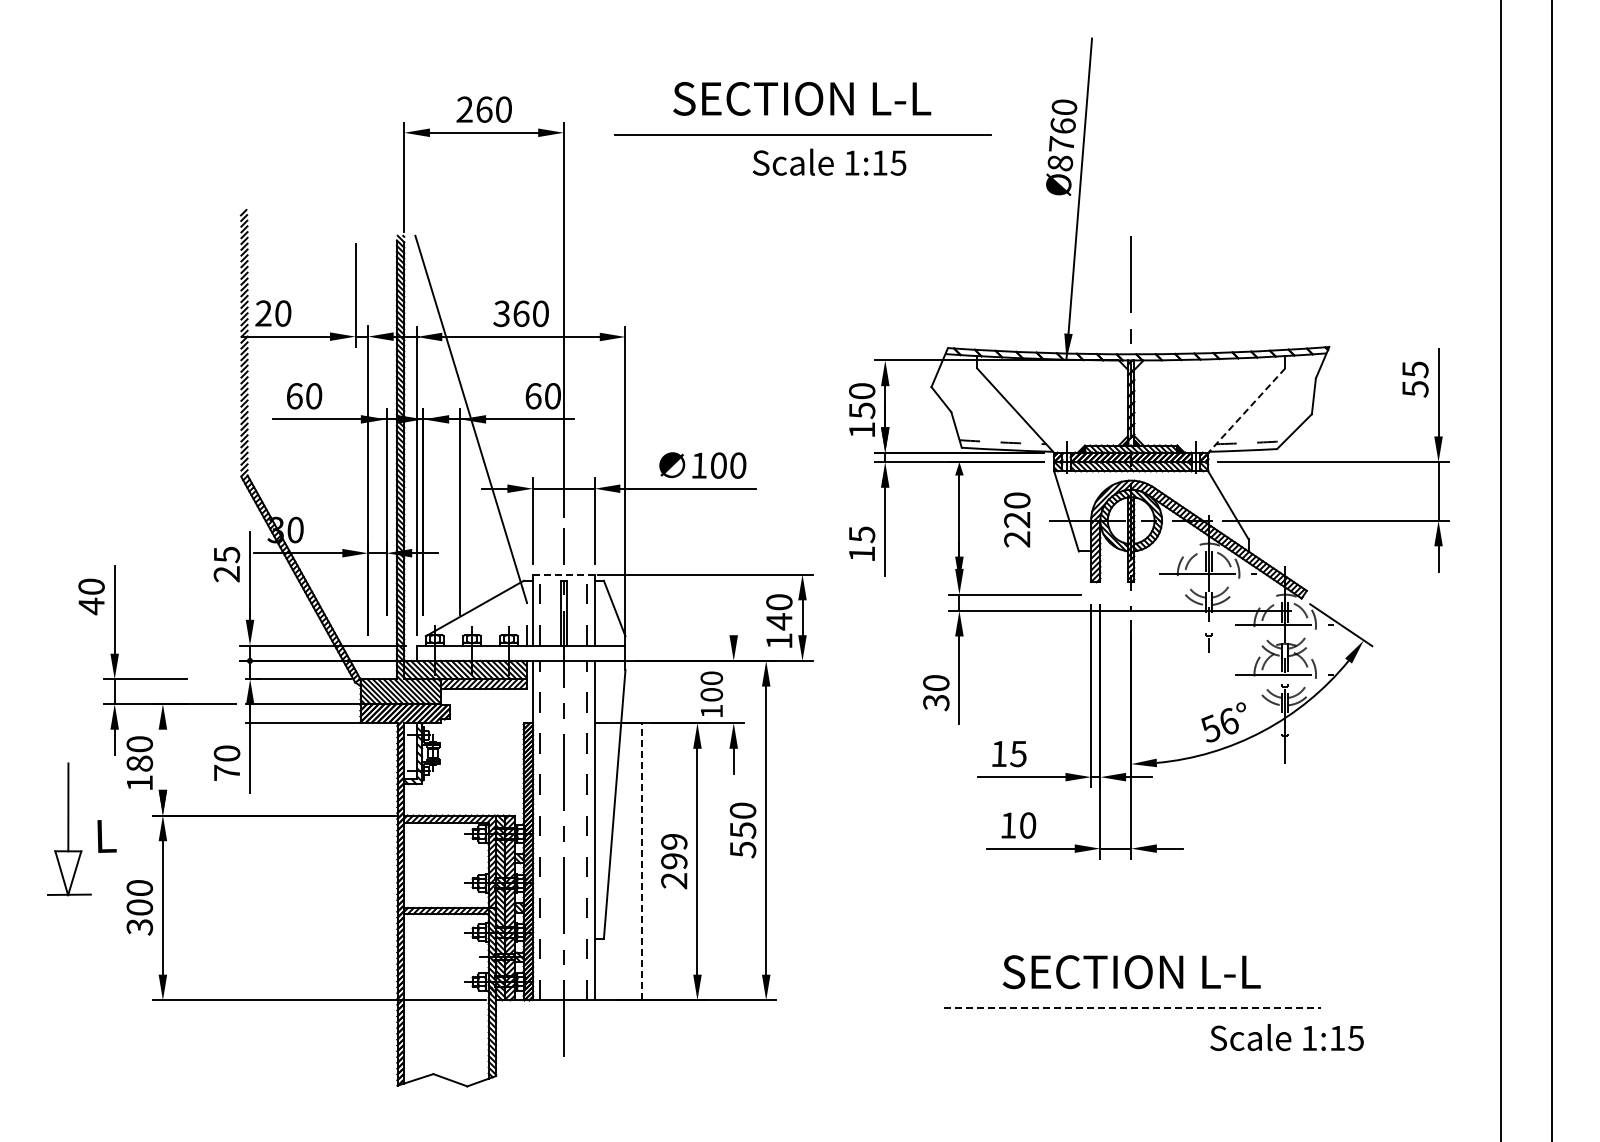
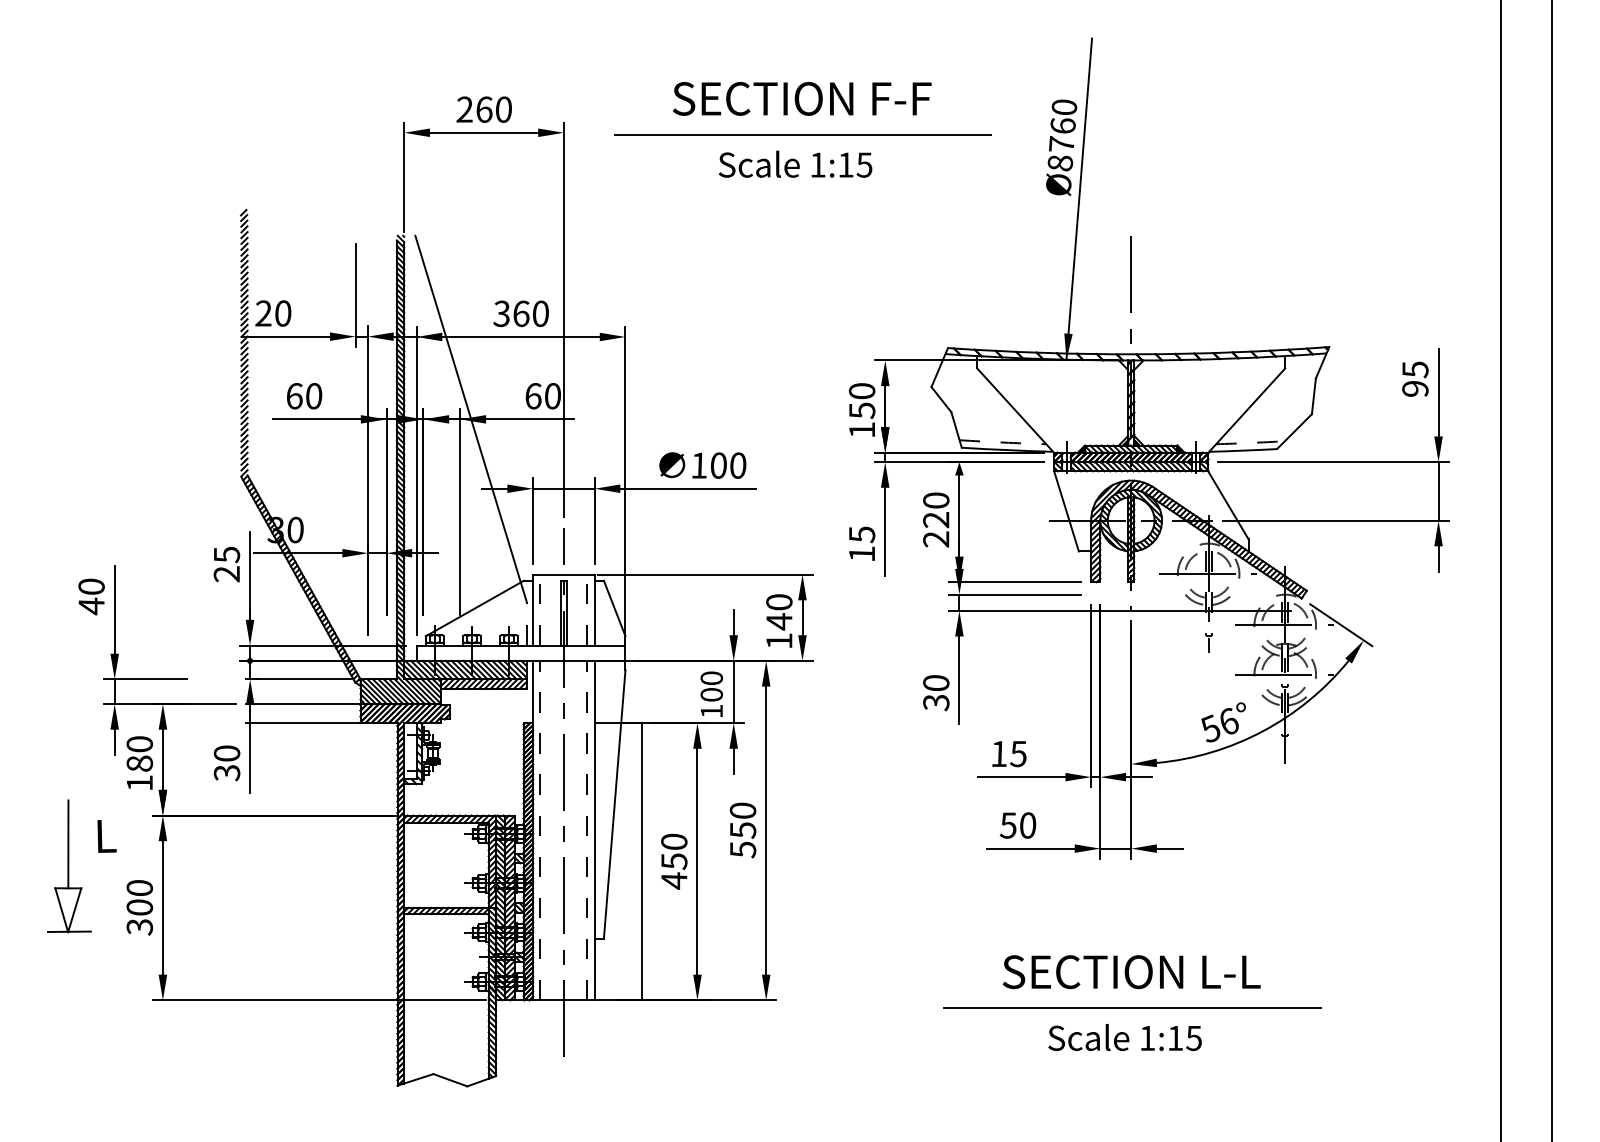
text at (802, 98): SECTION L-L -> SECTION F-F
text at (829, 161) position: (829, 161) -> (795, 163)
text at (1415, 389): 55 -> 95
line at (1246, 411): dashed -> solid
text at (1017, 519) position: (1017, 519) -> (936, 519)
line at (563, 574): dashed -> solid
line at (1014, 582): none -> present
line at (733, 622): none -> present
line at (733, 691): none -> present
line at (162, 759): none -> present
text at (226, 772): 70 -> 30
text at (1007, 825): 10 -> 50
part at (69, 829) position: (69, 829) -> (69, 866)
line at (641, 861): dashed -> solid
text at (674, 861): 299 -> 450
line at (1132, 1007): dashed -> solid
text at (1286, 1037) position: (1286, 1037) -> (1124, 1037)
